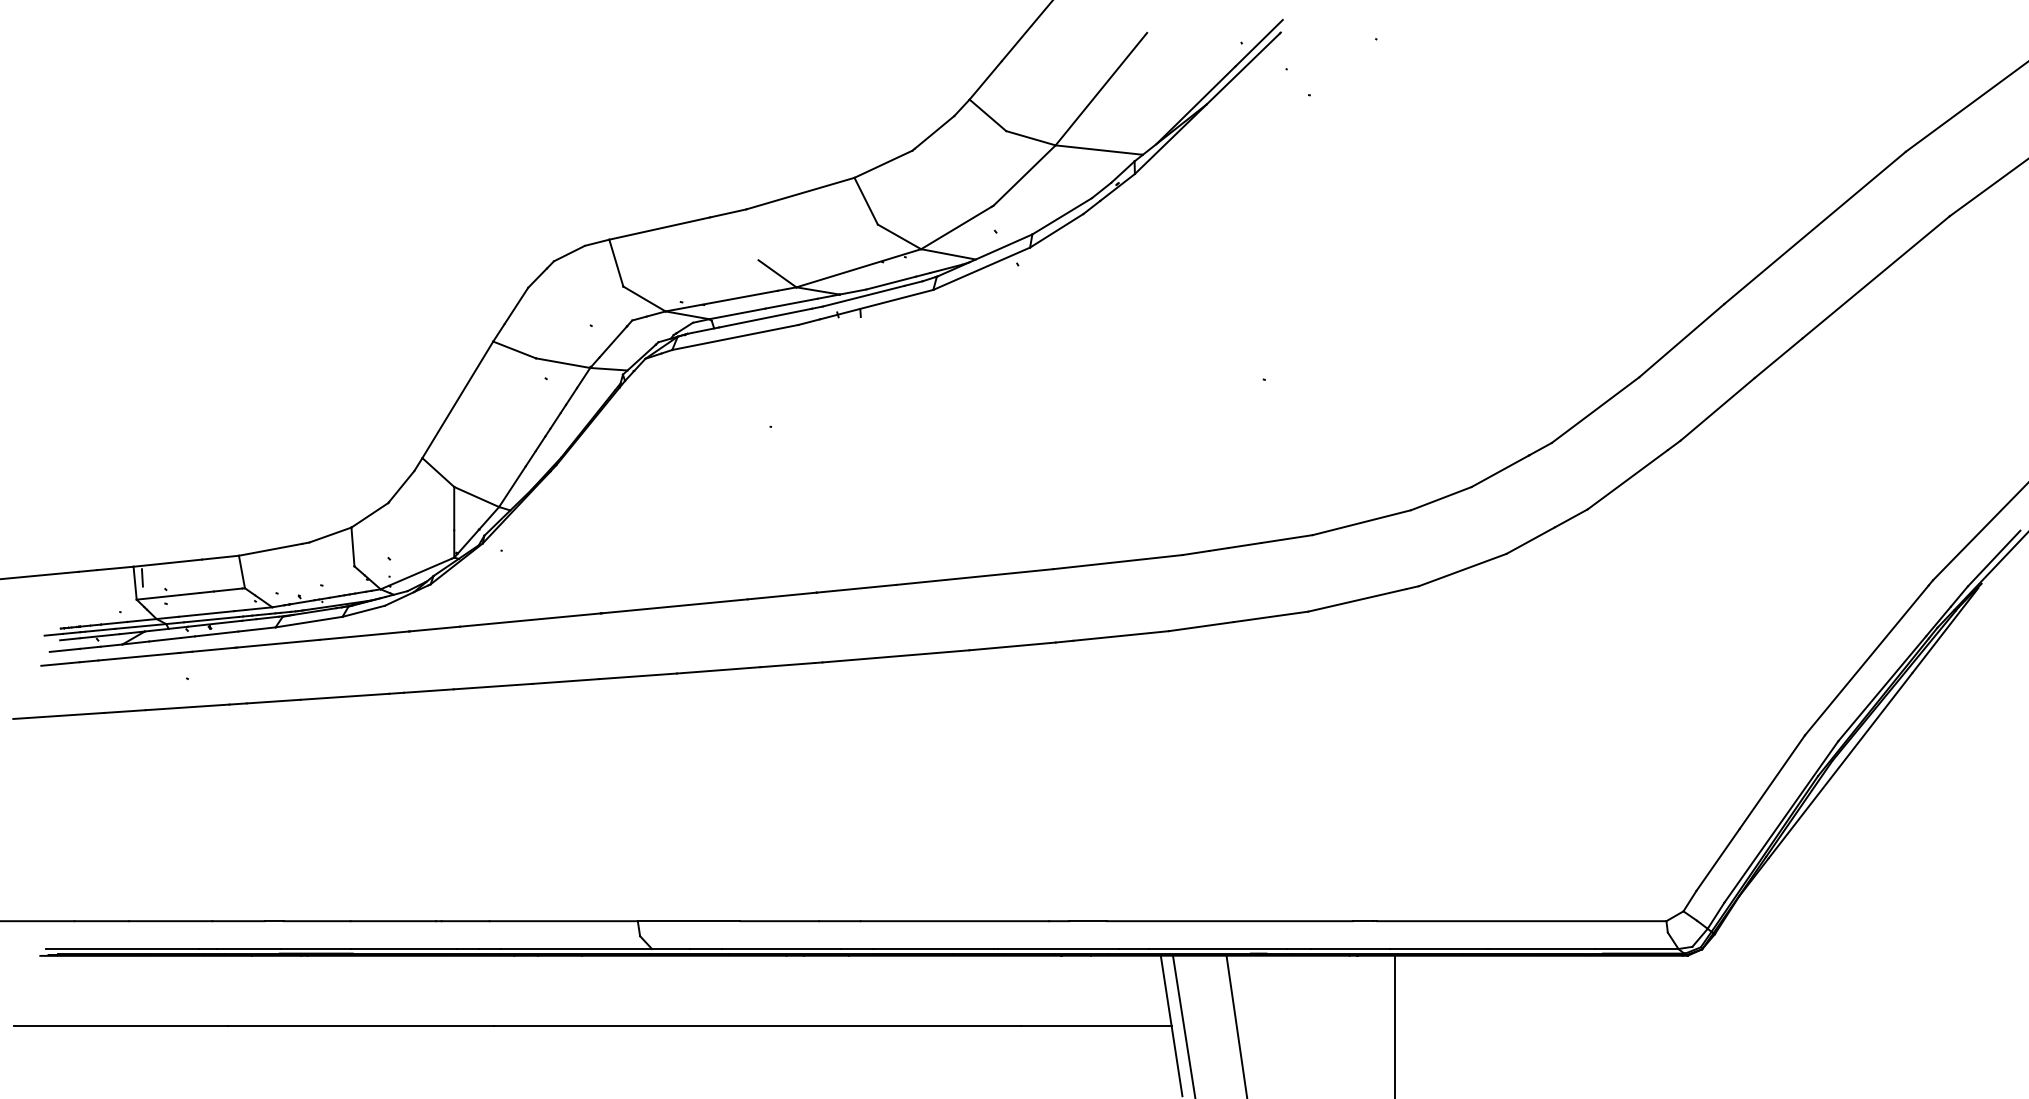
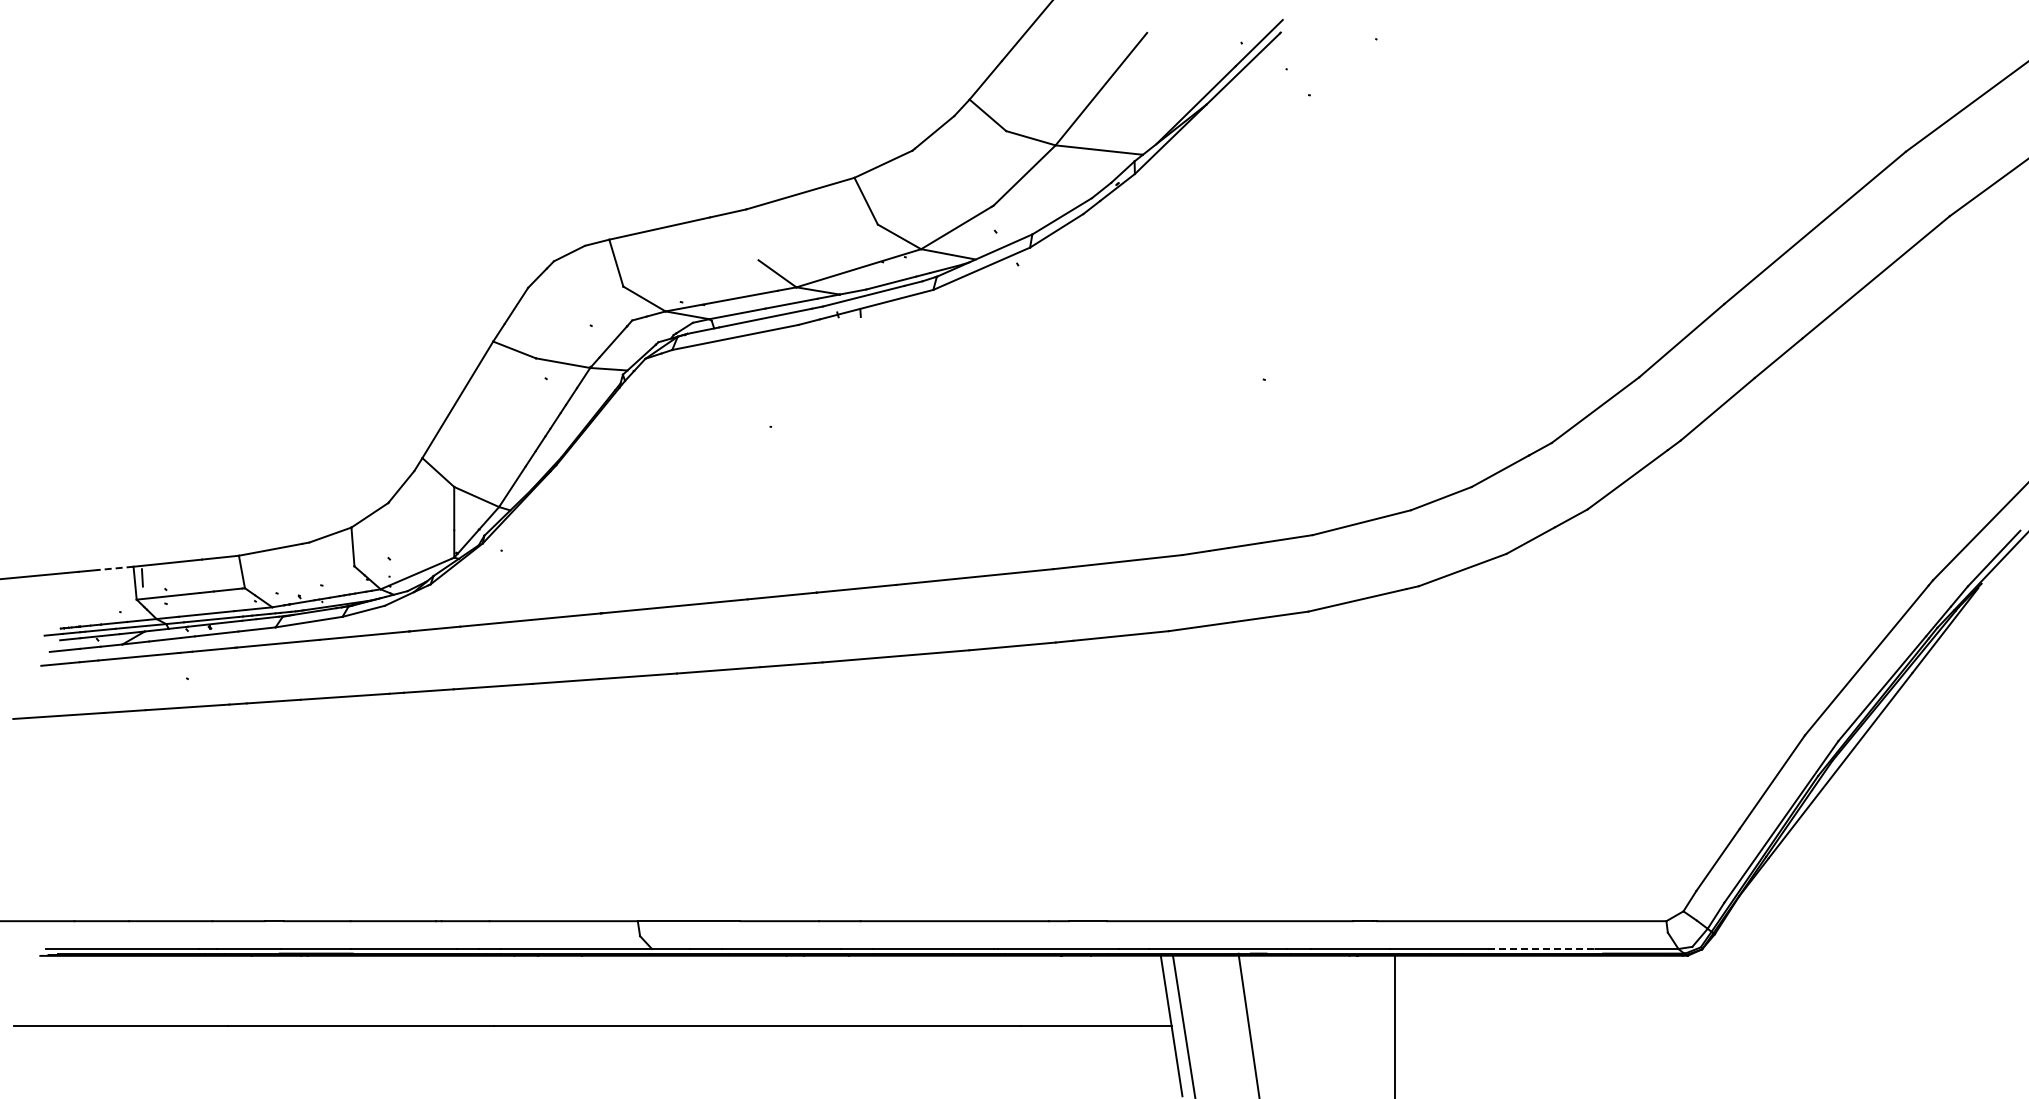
line at (114, 568): solid -> dashed
line at (1541, 949): solid -> dashed
line at (1236, 1025) position: (1236, 1025) -> (1248, 1024)
